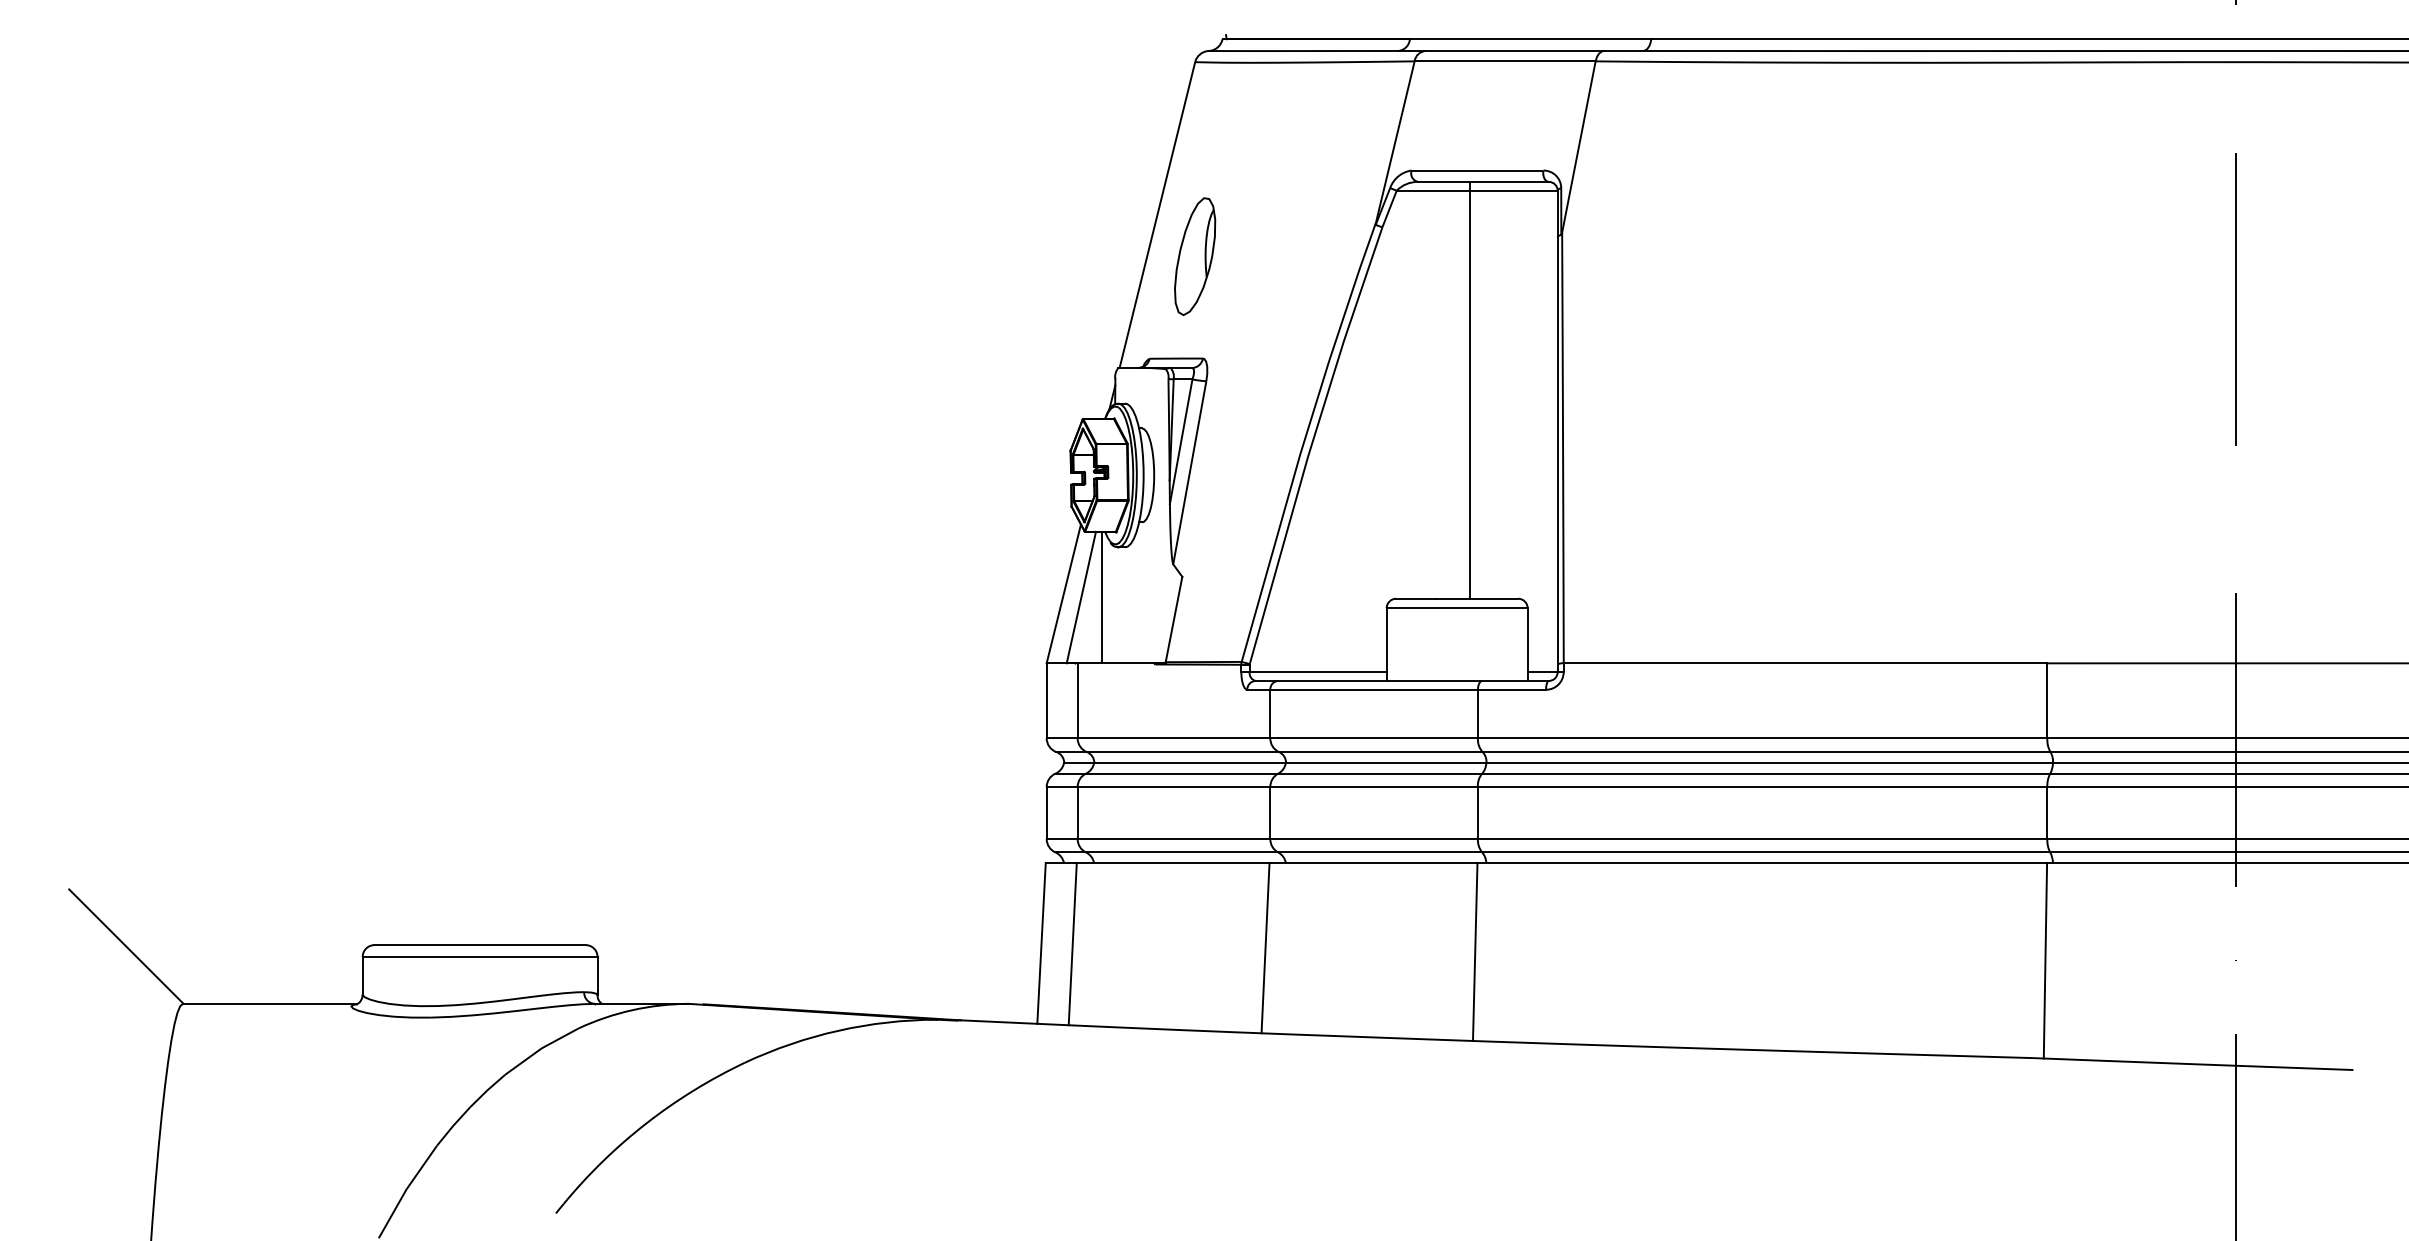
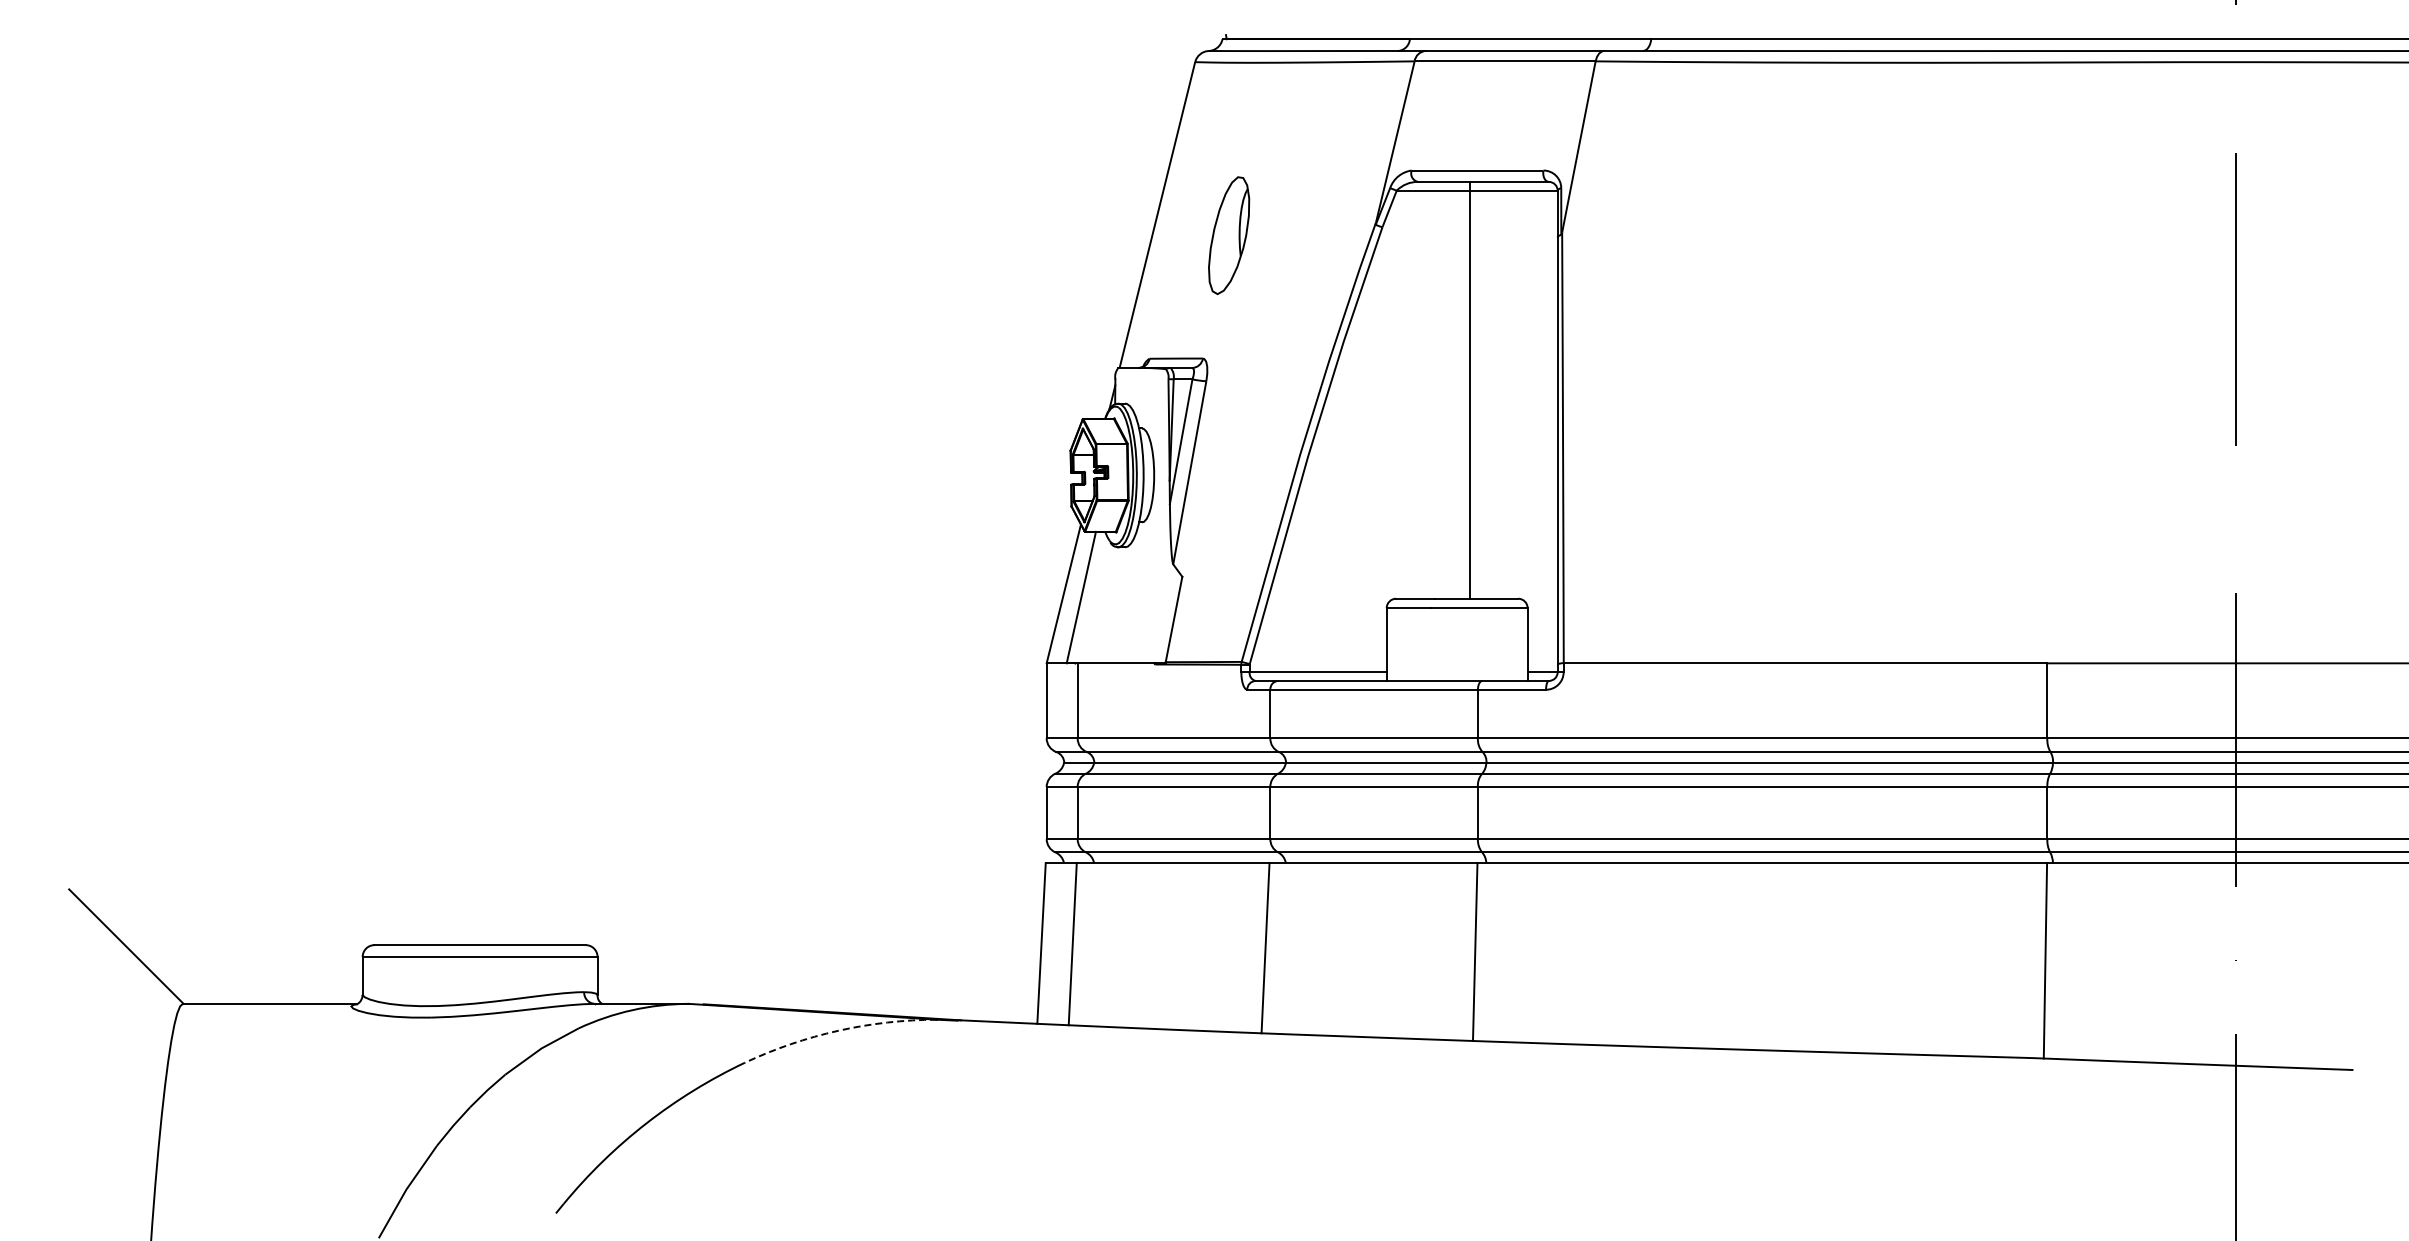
part at (1195, 256) position: (1195, 256) -> (1229, 235)
line at (1101, 597): present -> none
arc at (838, 1030): solid -> dashed
